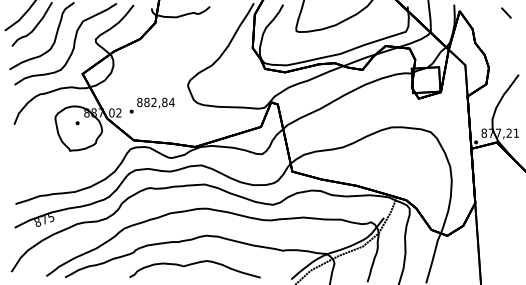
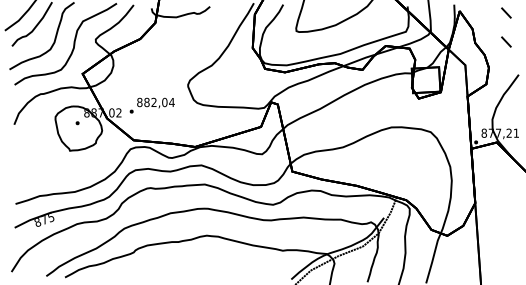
line at (506, 41): none -> present
text at (164, 102): 882,84 -> 882,04
curve at (194, 264): present -> none
